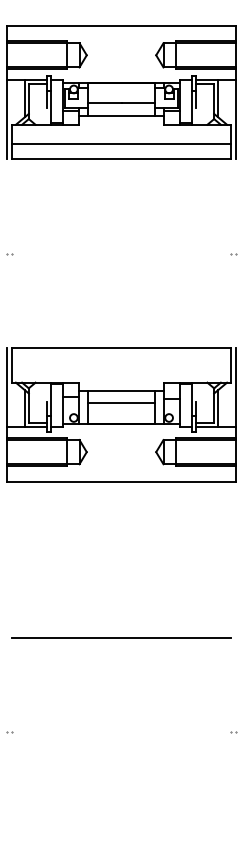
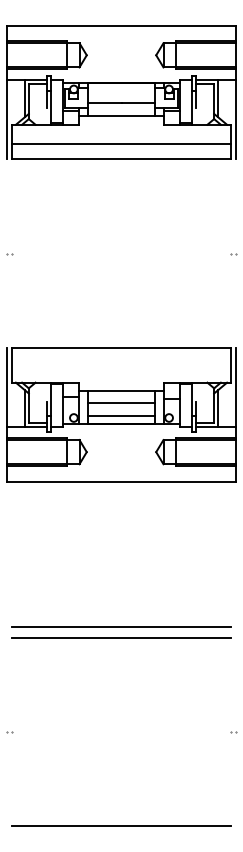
line at (121, 416): none -> present
line at (121, 627): none -> present
line at (121, 826): none -> present
